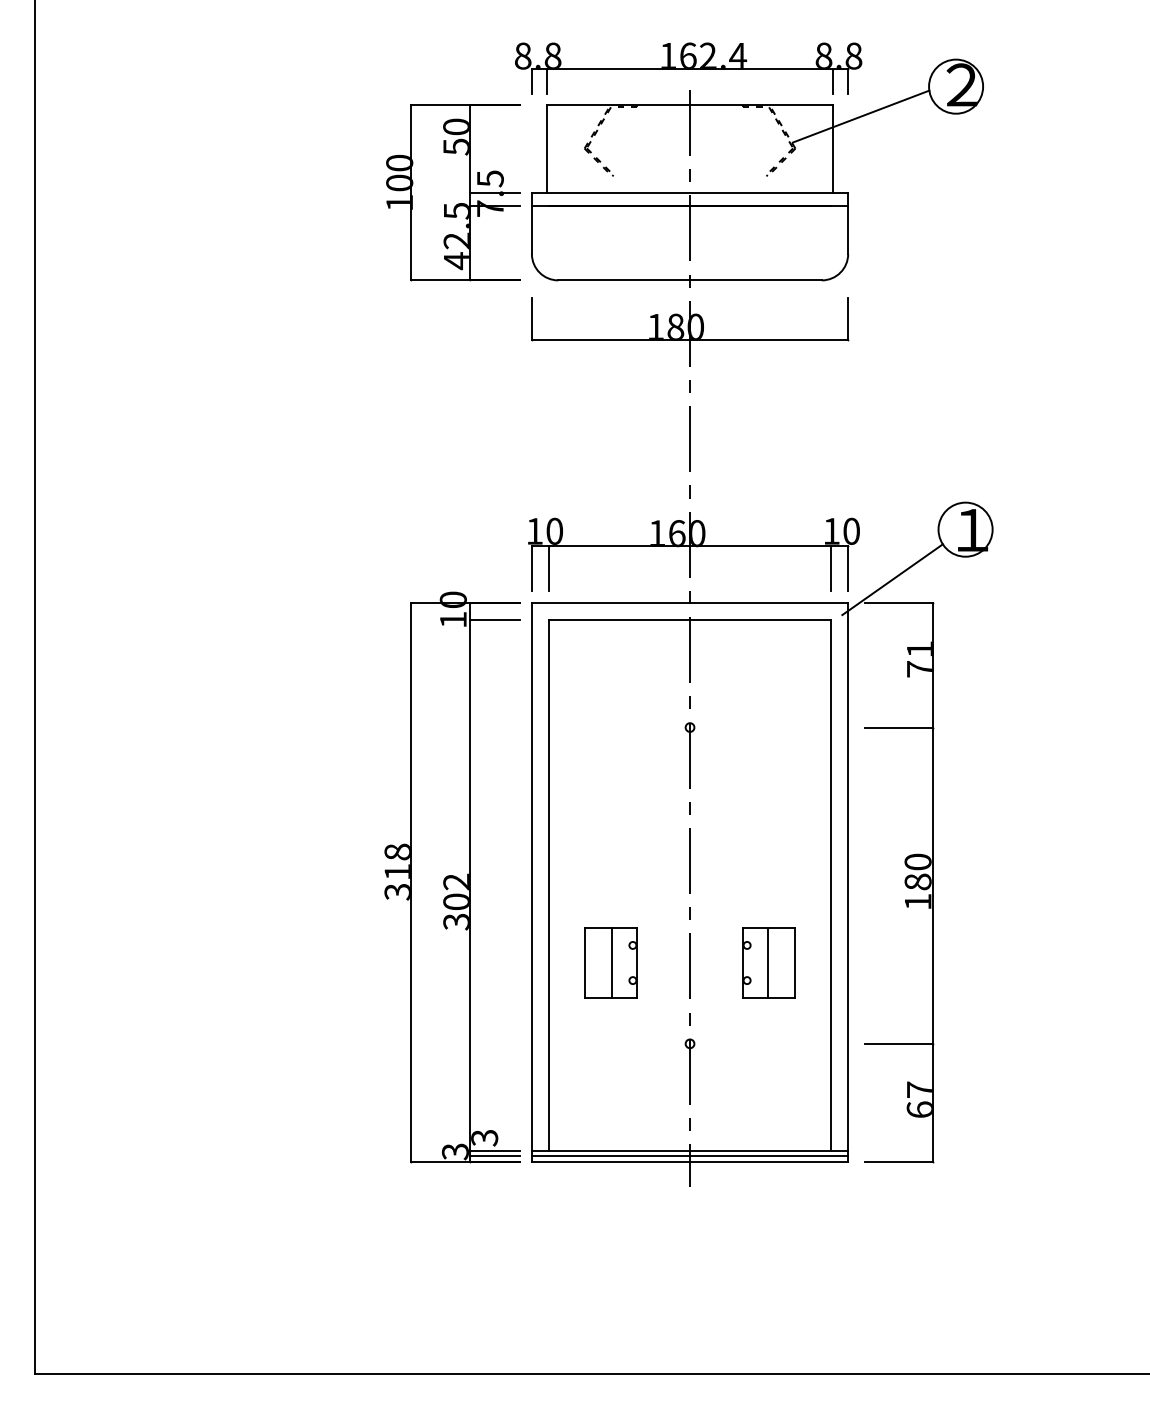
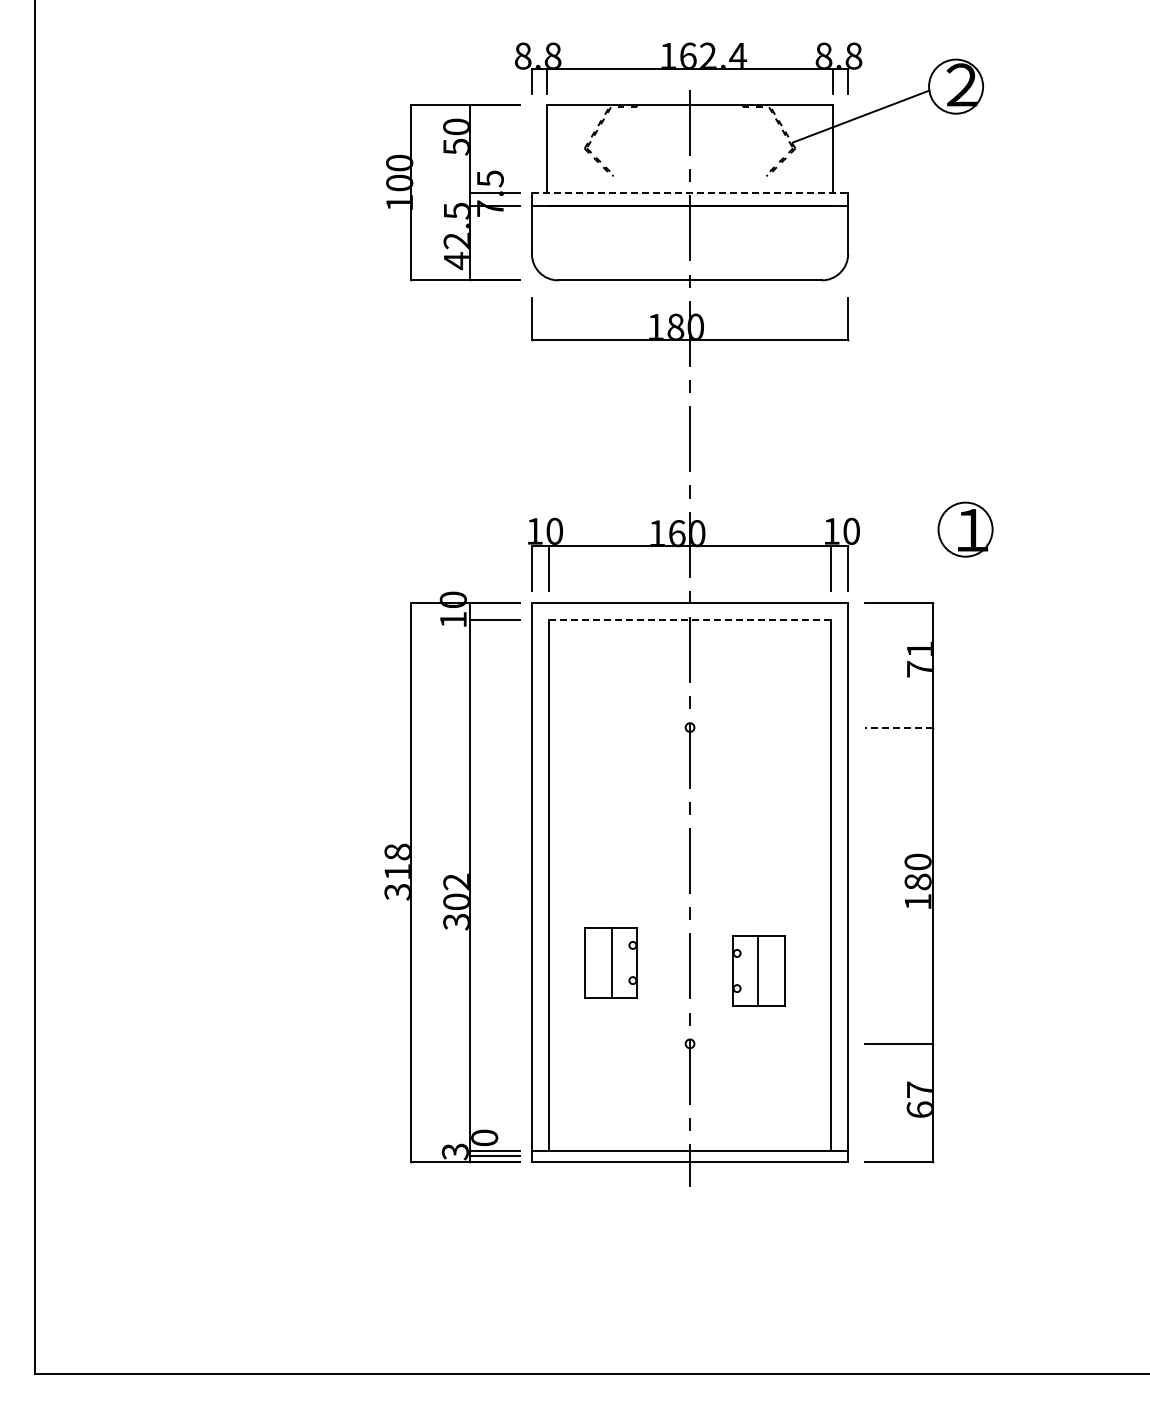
line at (690, 192): solid -> dashed
line at (892, 579): present -> none
line at (690, 620): solid -> dashed
line at (898, 727): solid -> dashed
part at (768, 962) position: (768, 962) -> (758, 970)
text at (484, 1137): 3 -> 0
line at (689, 1156): present -> none
